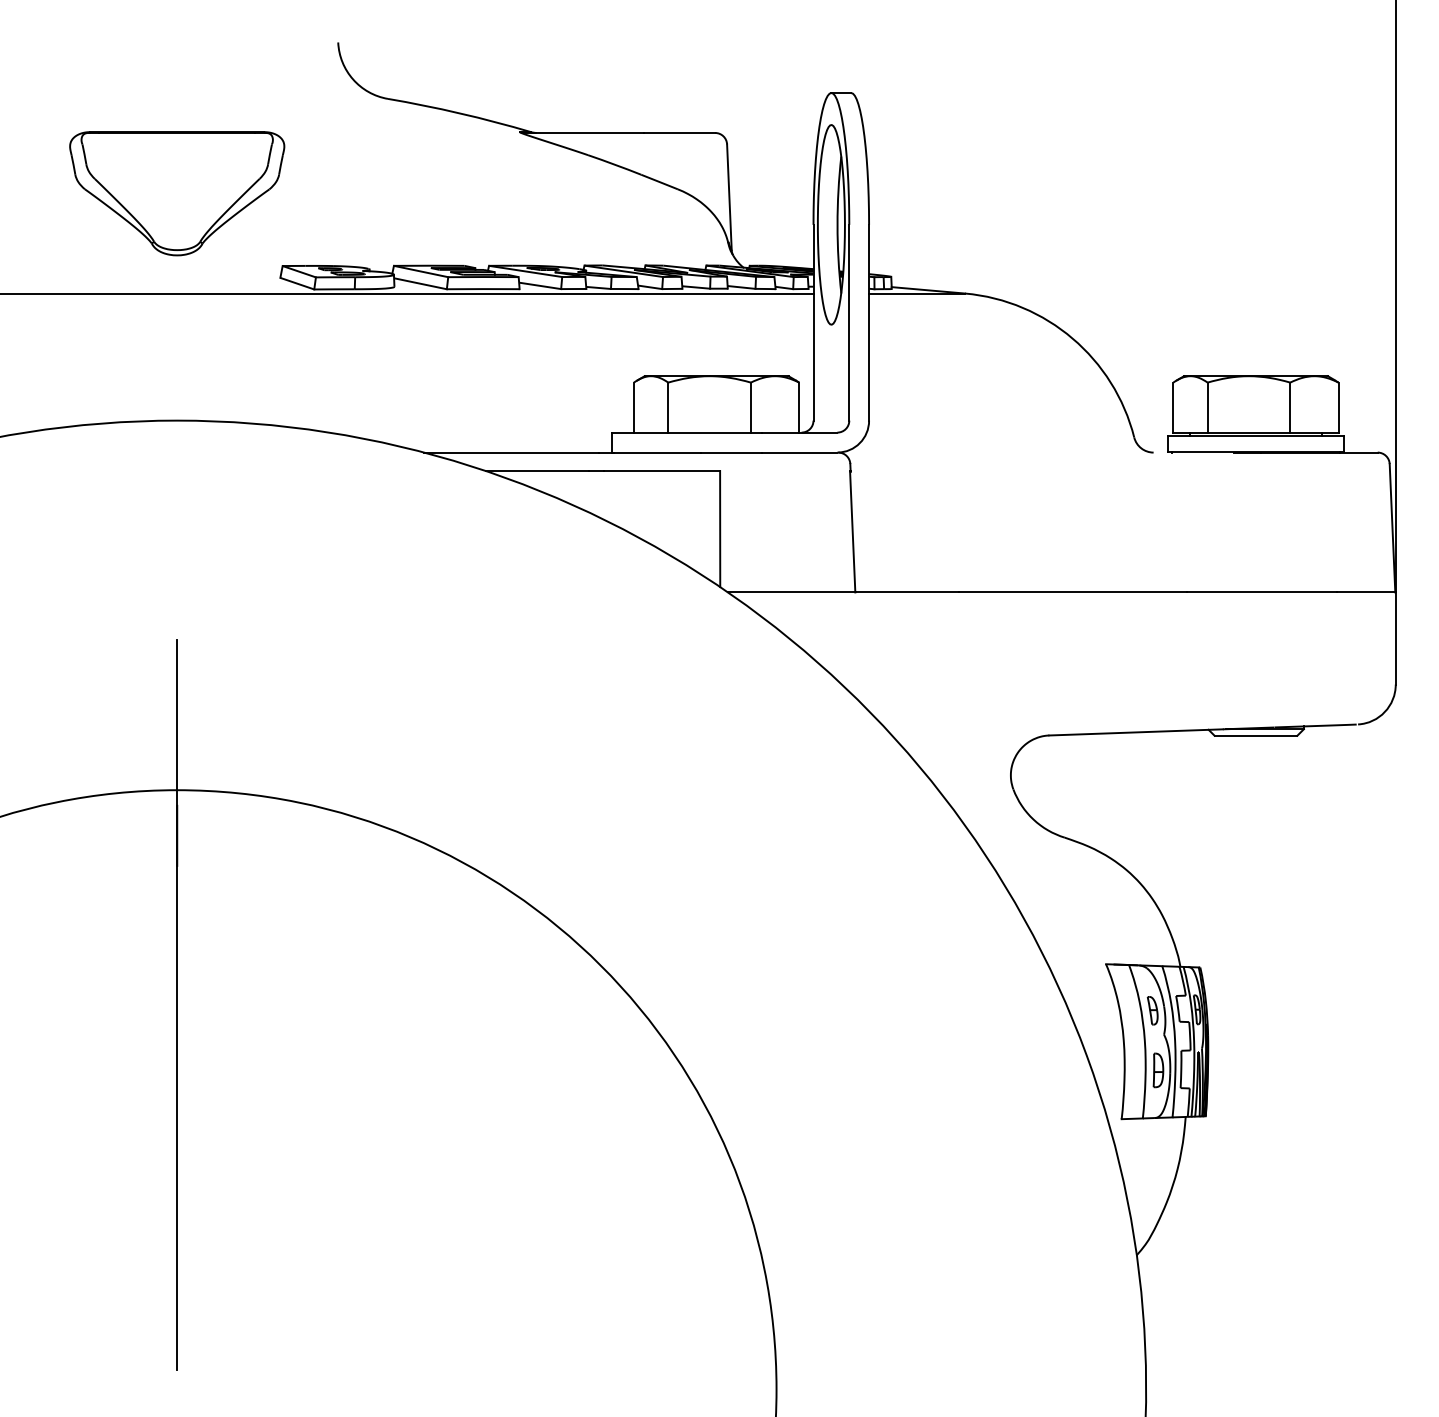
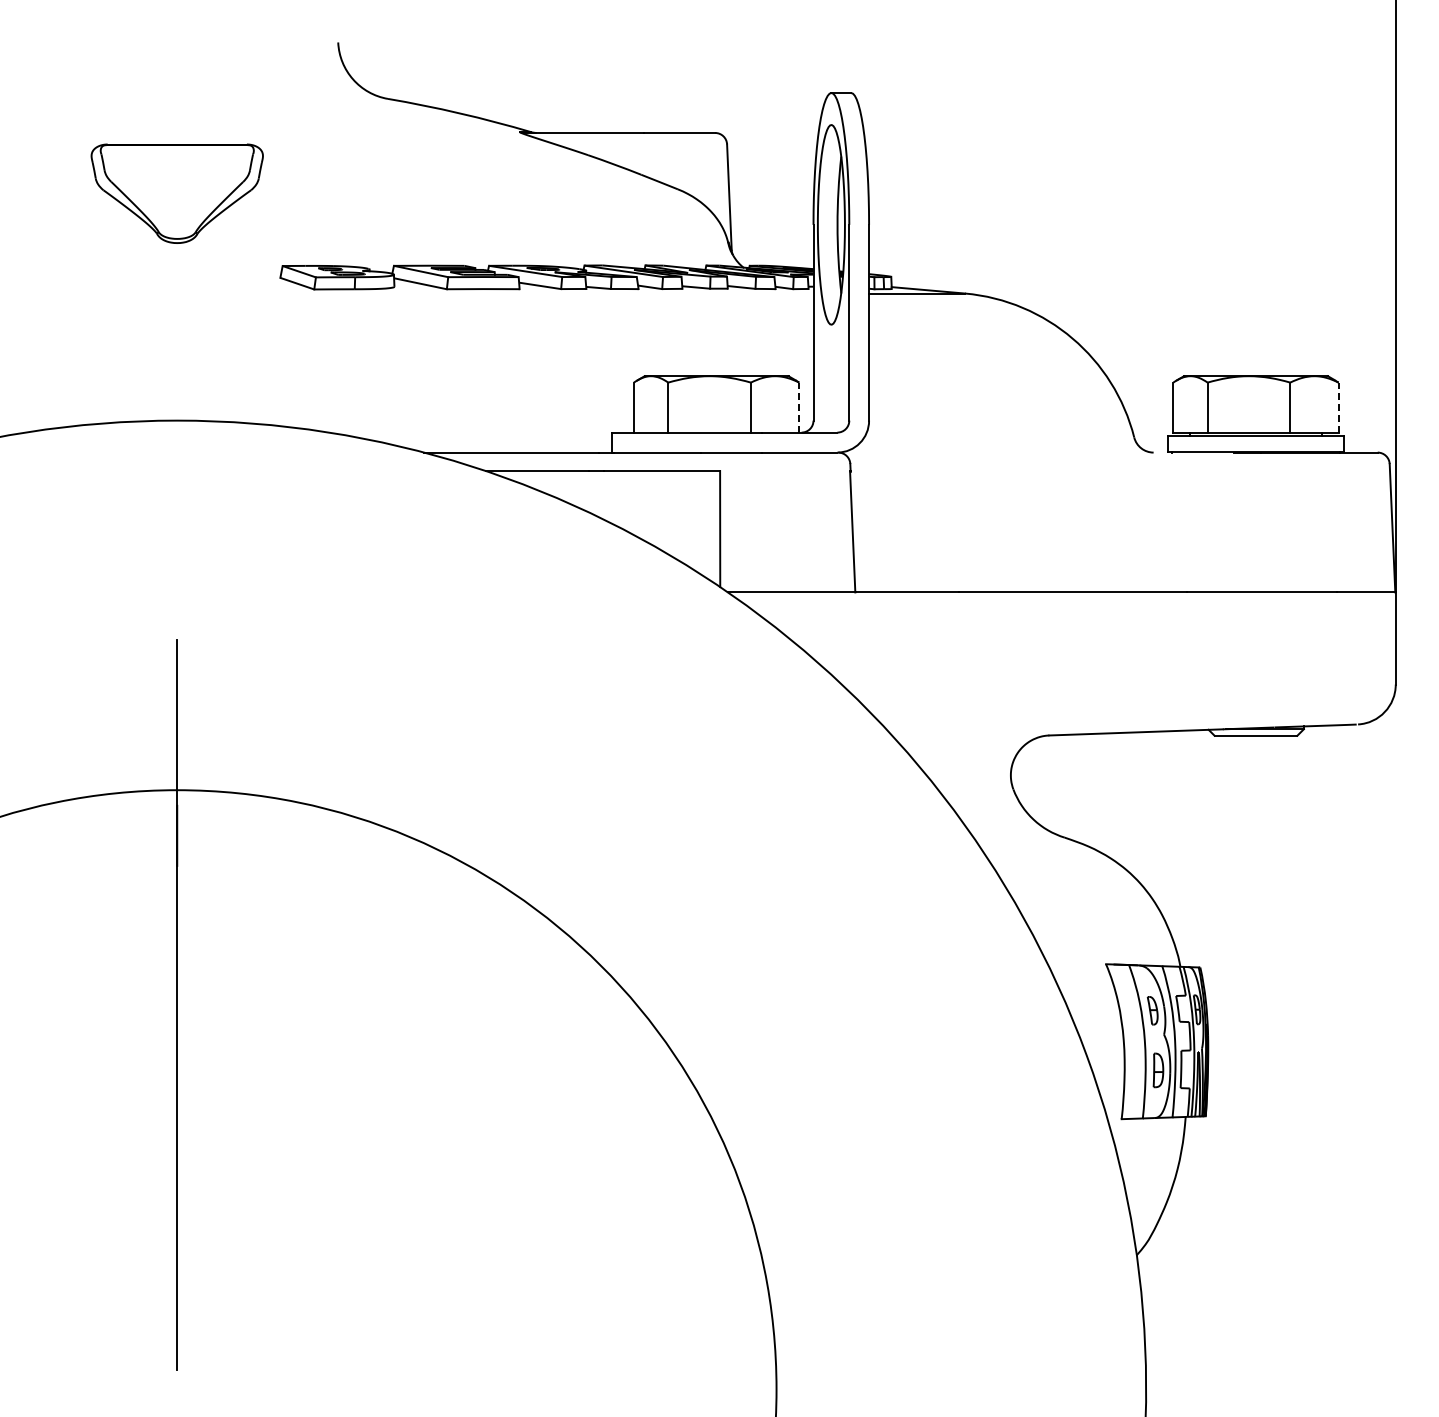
part at (177, 193) size: 217x126 px -> 174x101 px
line at (407, 293): present -> none
line at (799, 407): solid -> dashed
line at (1338, 407): solid -> dashed
